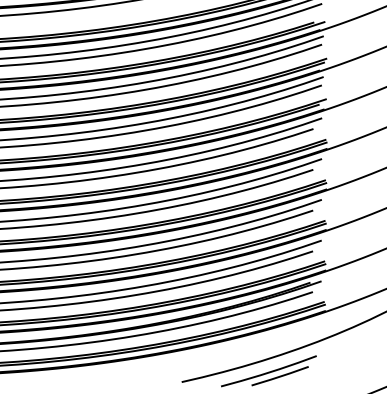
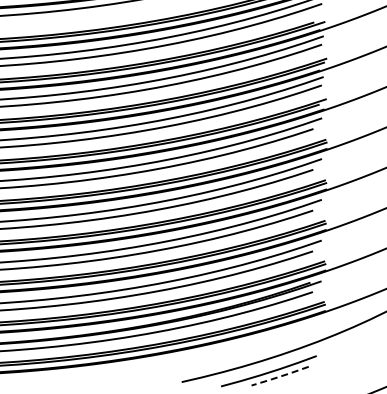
line at (280, 376): solid -> dashed
